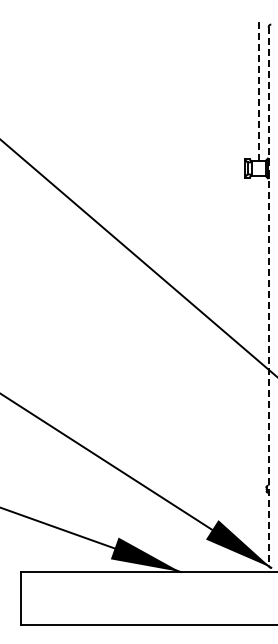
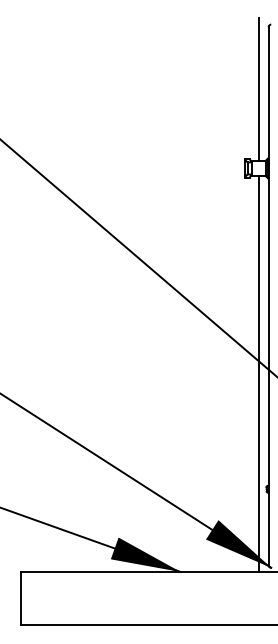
line at (259, 89): dashed -> solid
line at (268, 296): dashed -> solid
line at (259, 374): none -> present
